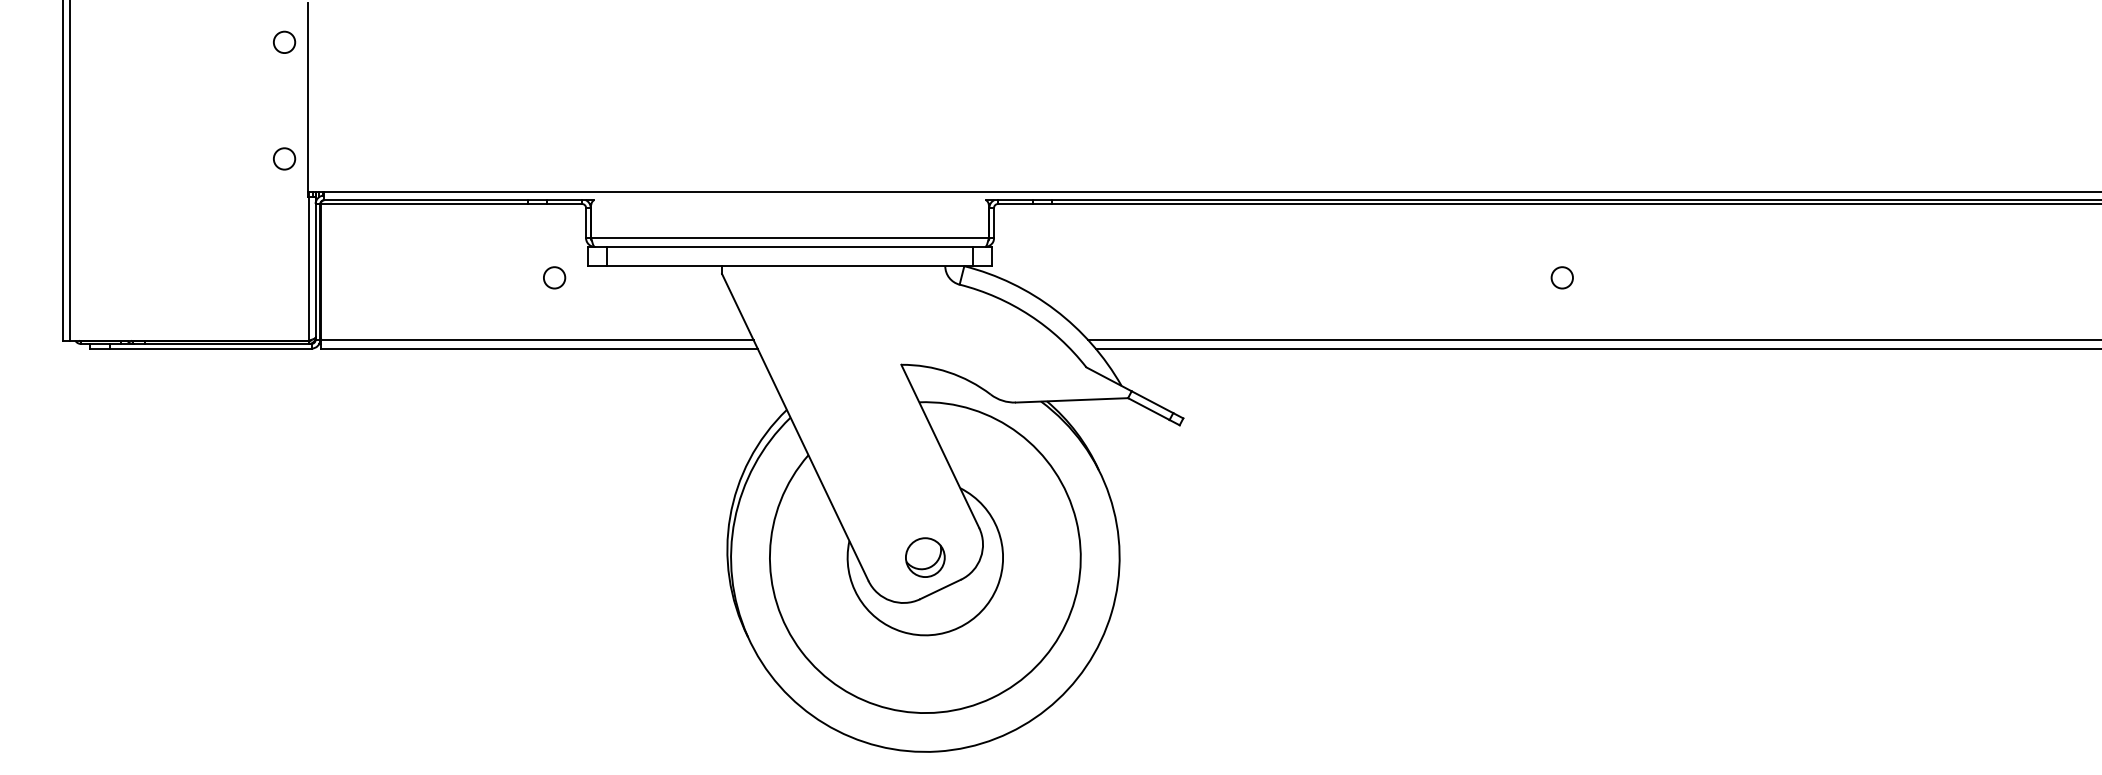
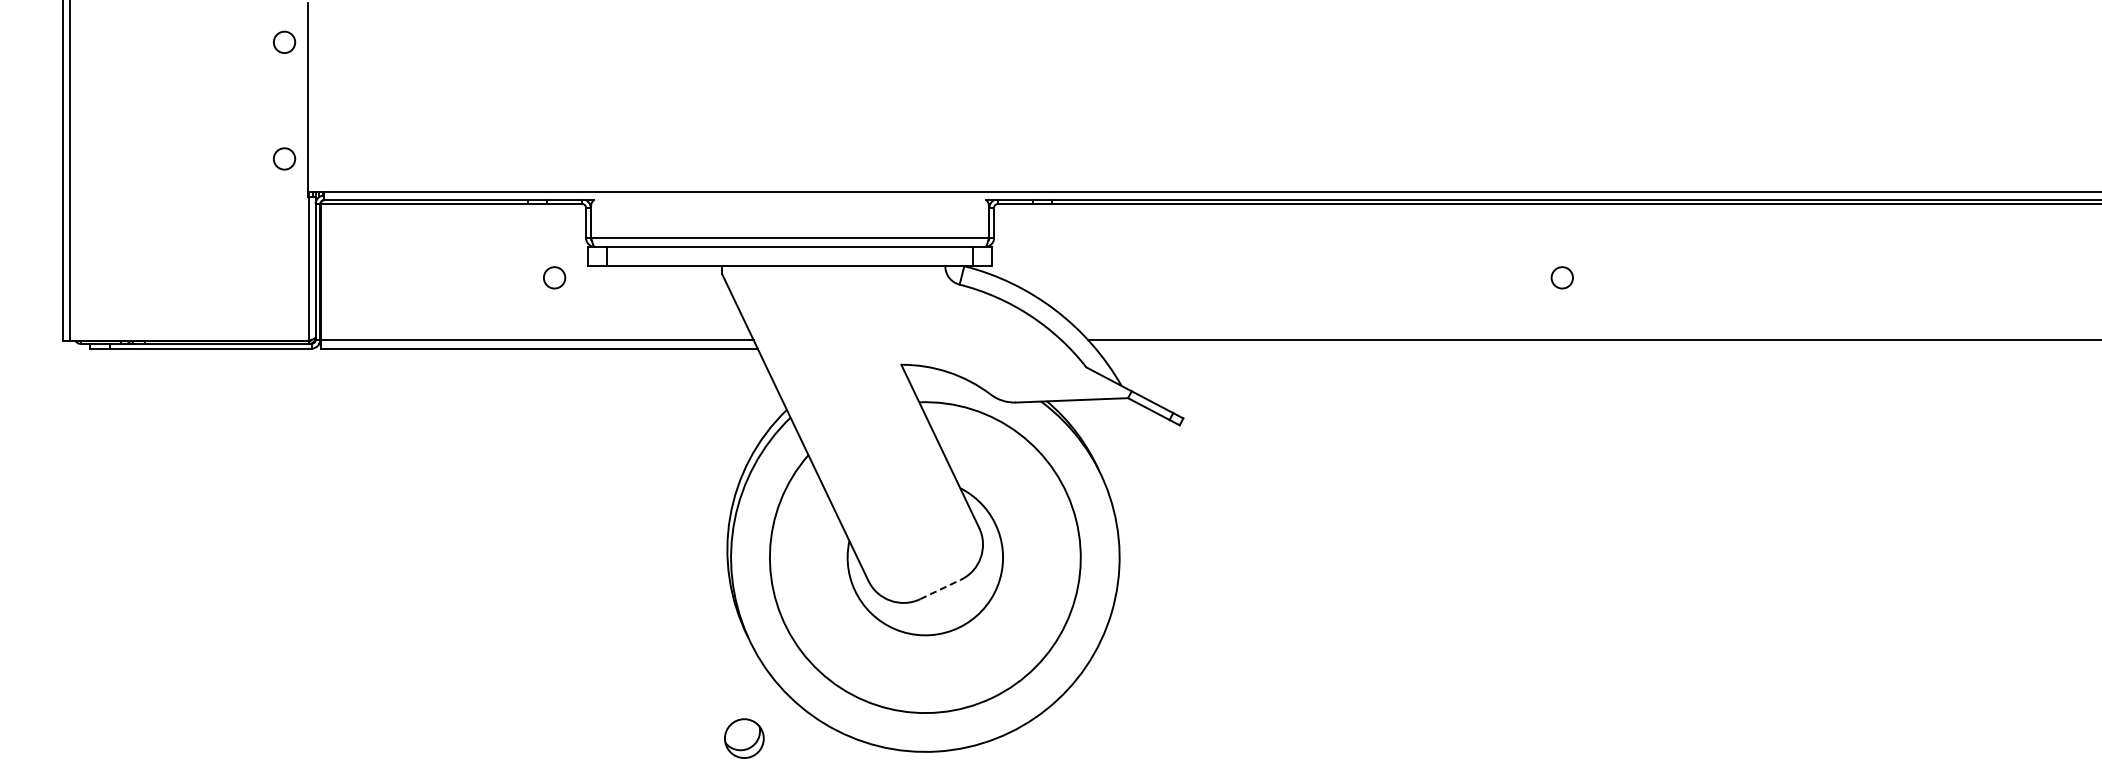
line at (1596, 348): present -> none
part at (925, 557) position: (925, 557) -> (744, 738)
line at (940, 589): solid -> dashed
